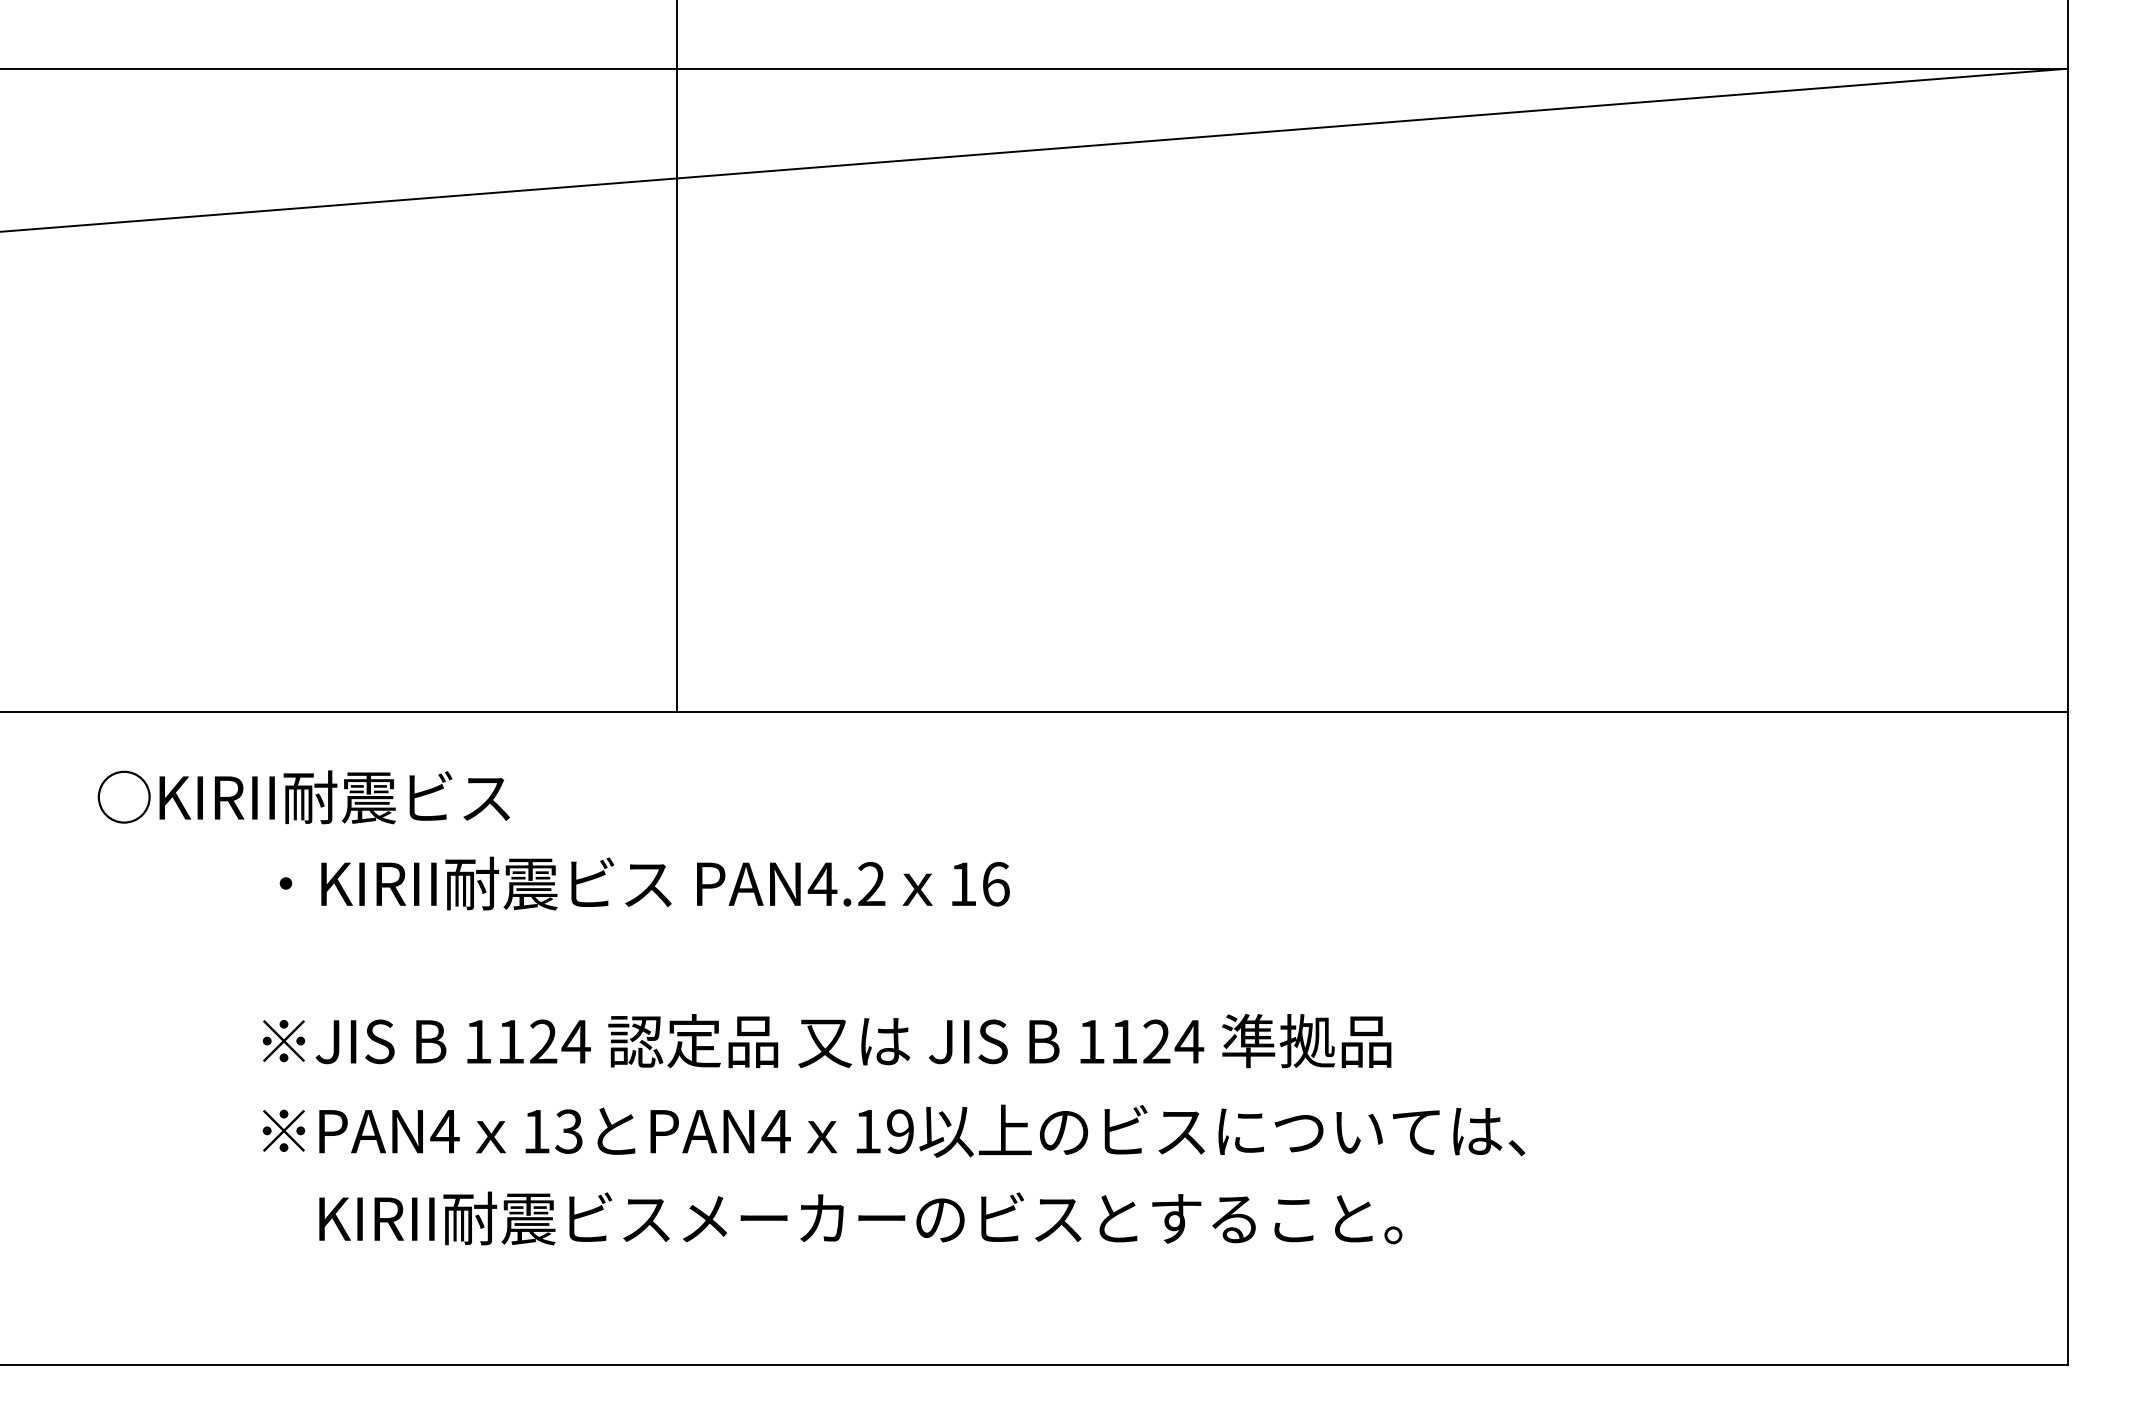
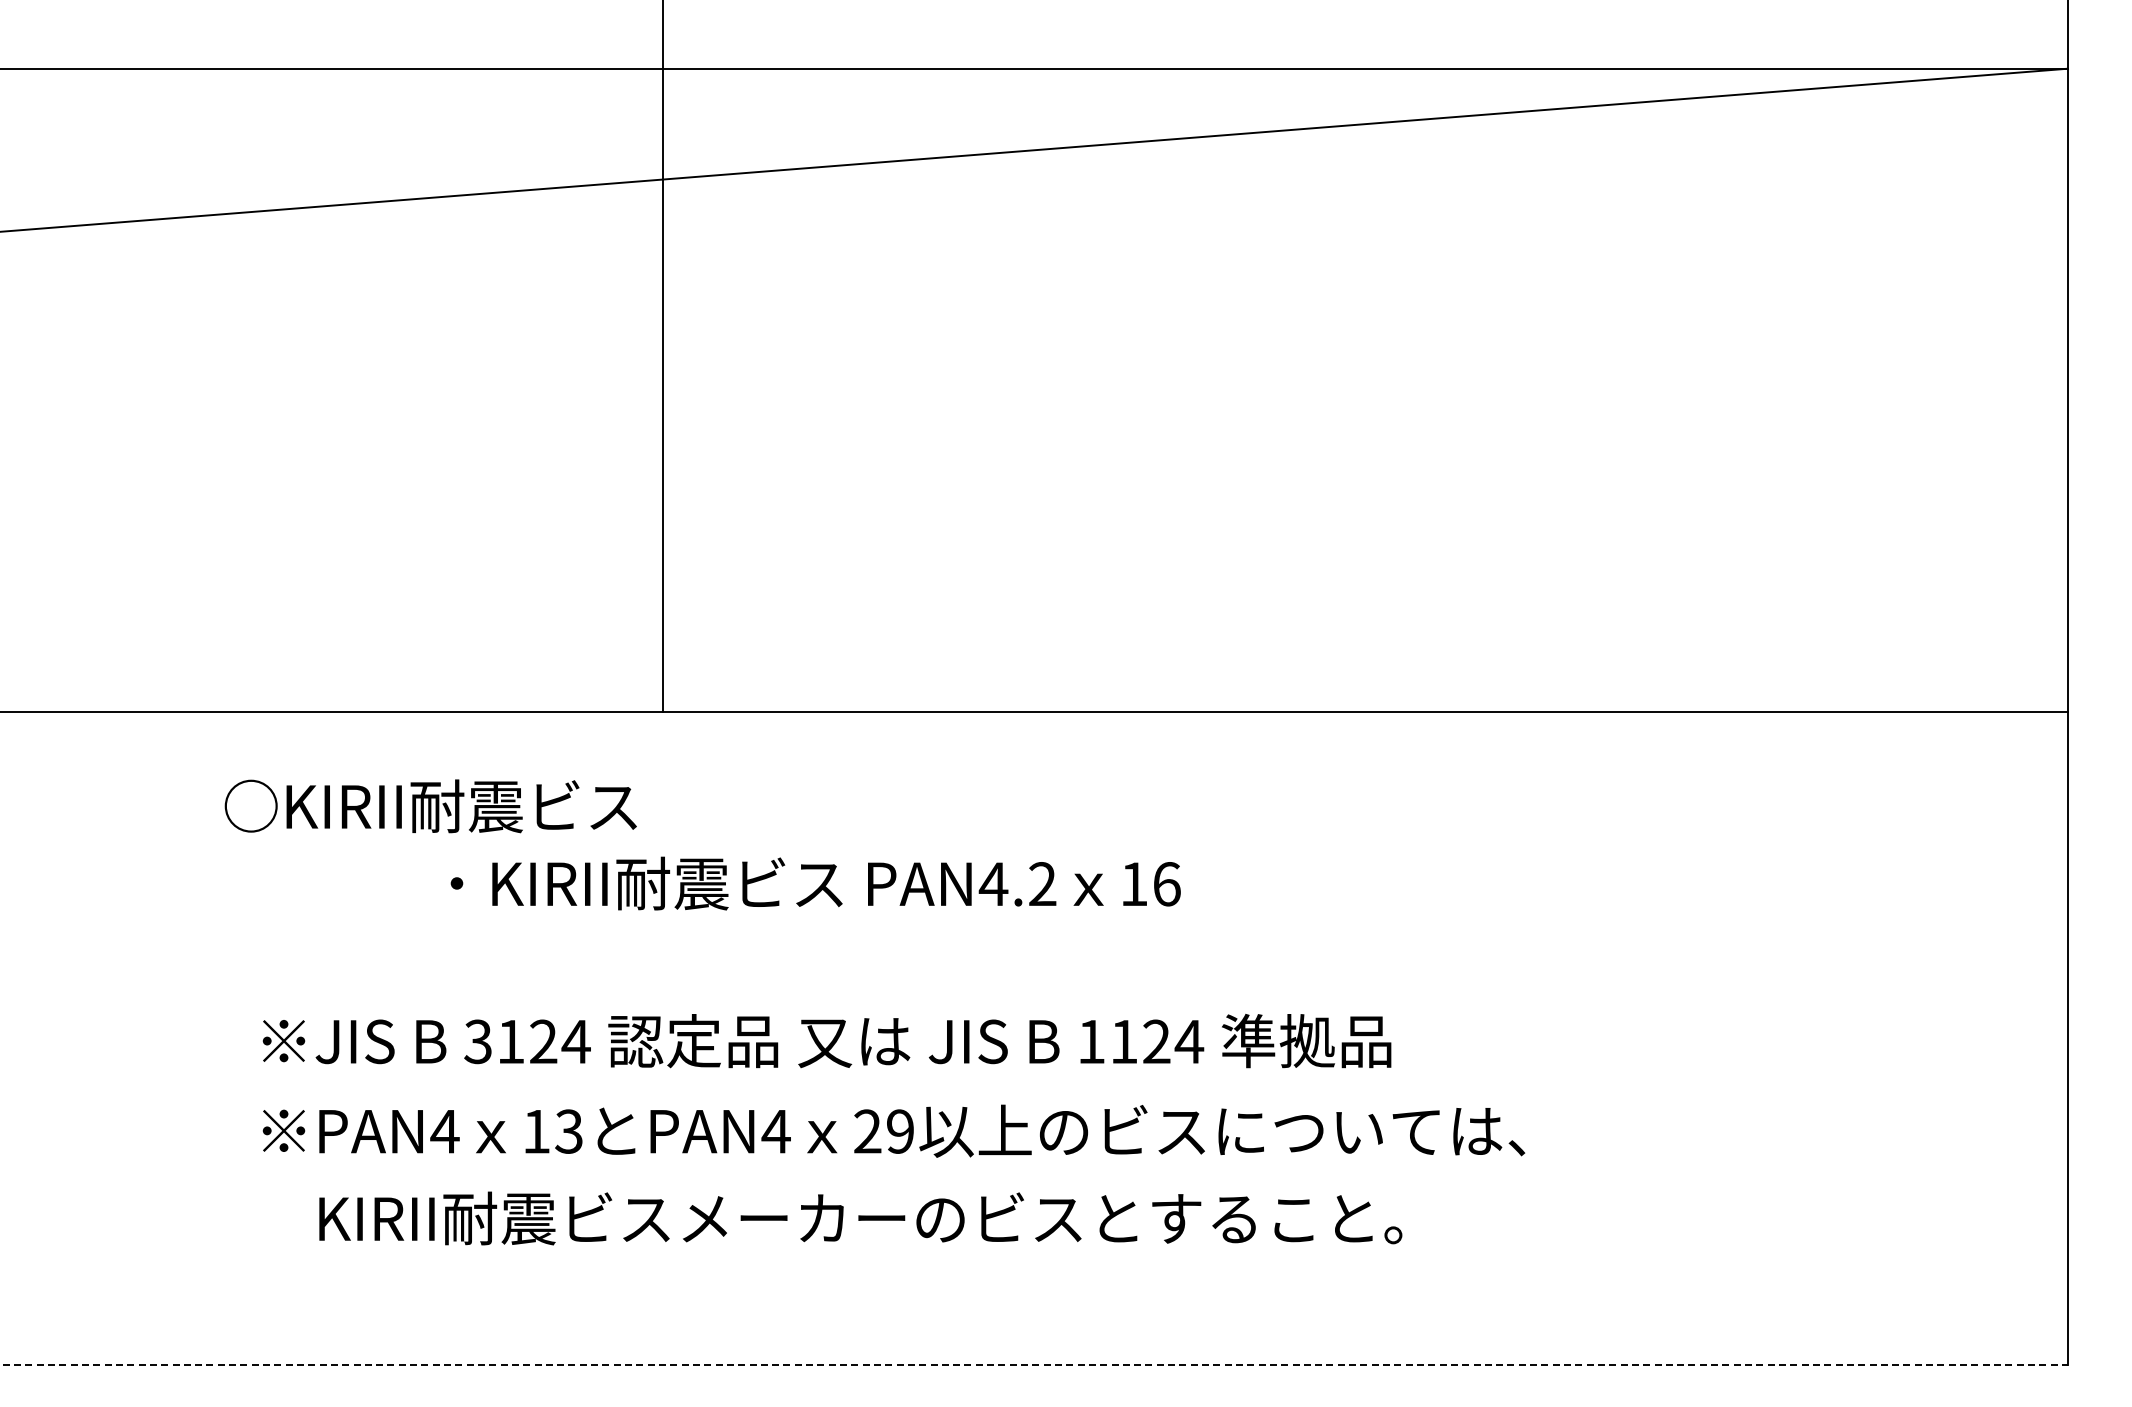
line at (677, 356) position: (677, 356) -> (663, 356)
text at (303, 797) position: (303, 797) -> (430, 806)
text at (644, 883) position: (644, 883) -> (815, 883)
text at (477, 1041): 1124 -> 3124
text at (867, 1131): 19 -> 29
line at (1035, 1364): solid -> dashed
